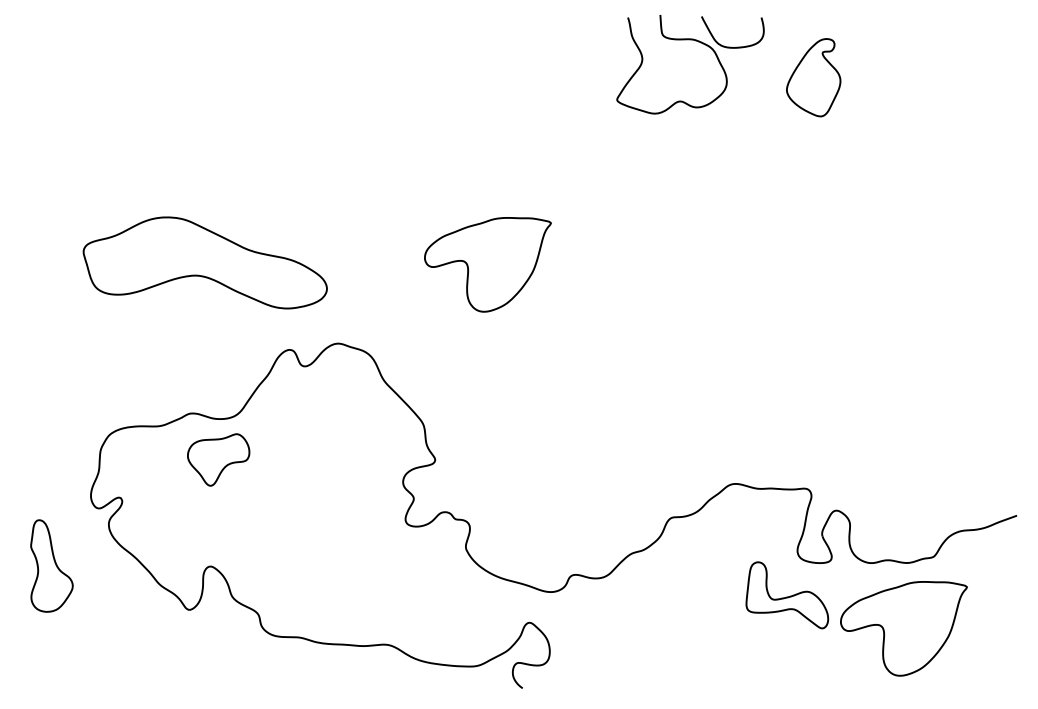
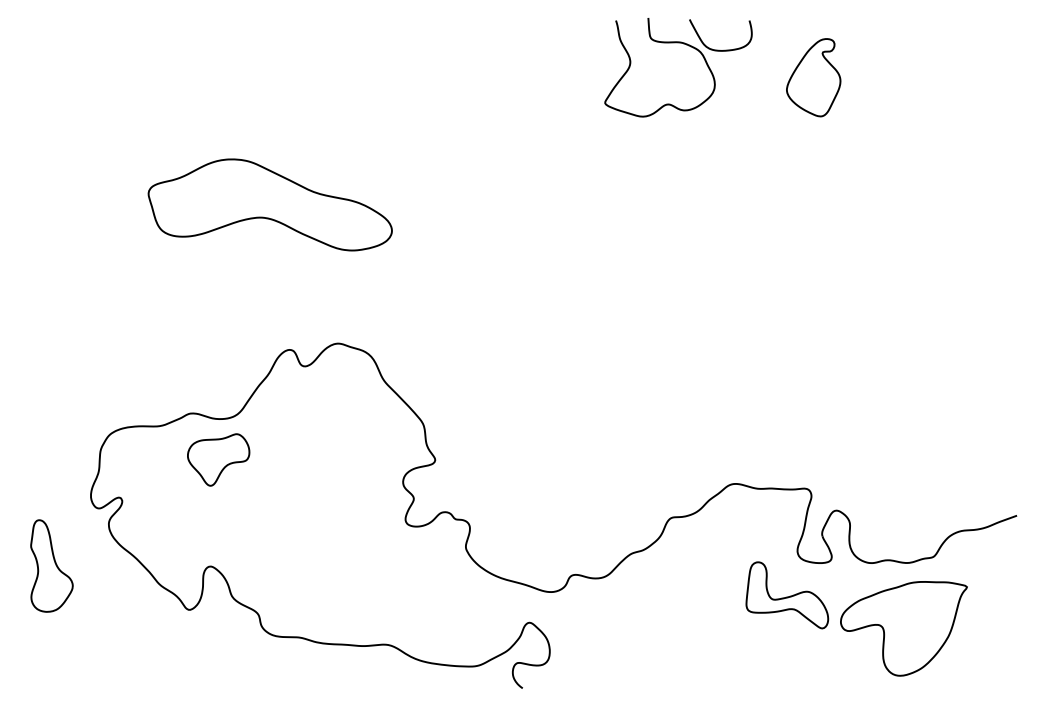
part at (700, 43) position: (700, 43) -> (688, 46)
part at (204, 262) position: (204, 262) -> (269, 204)
part at (487, 264): present -> none
